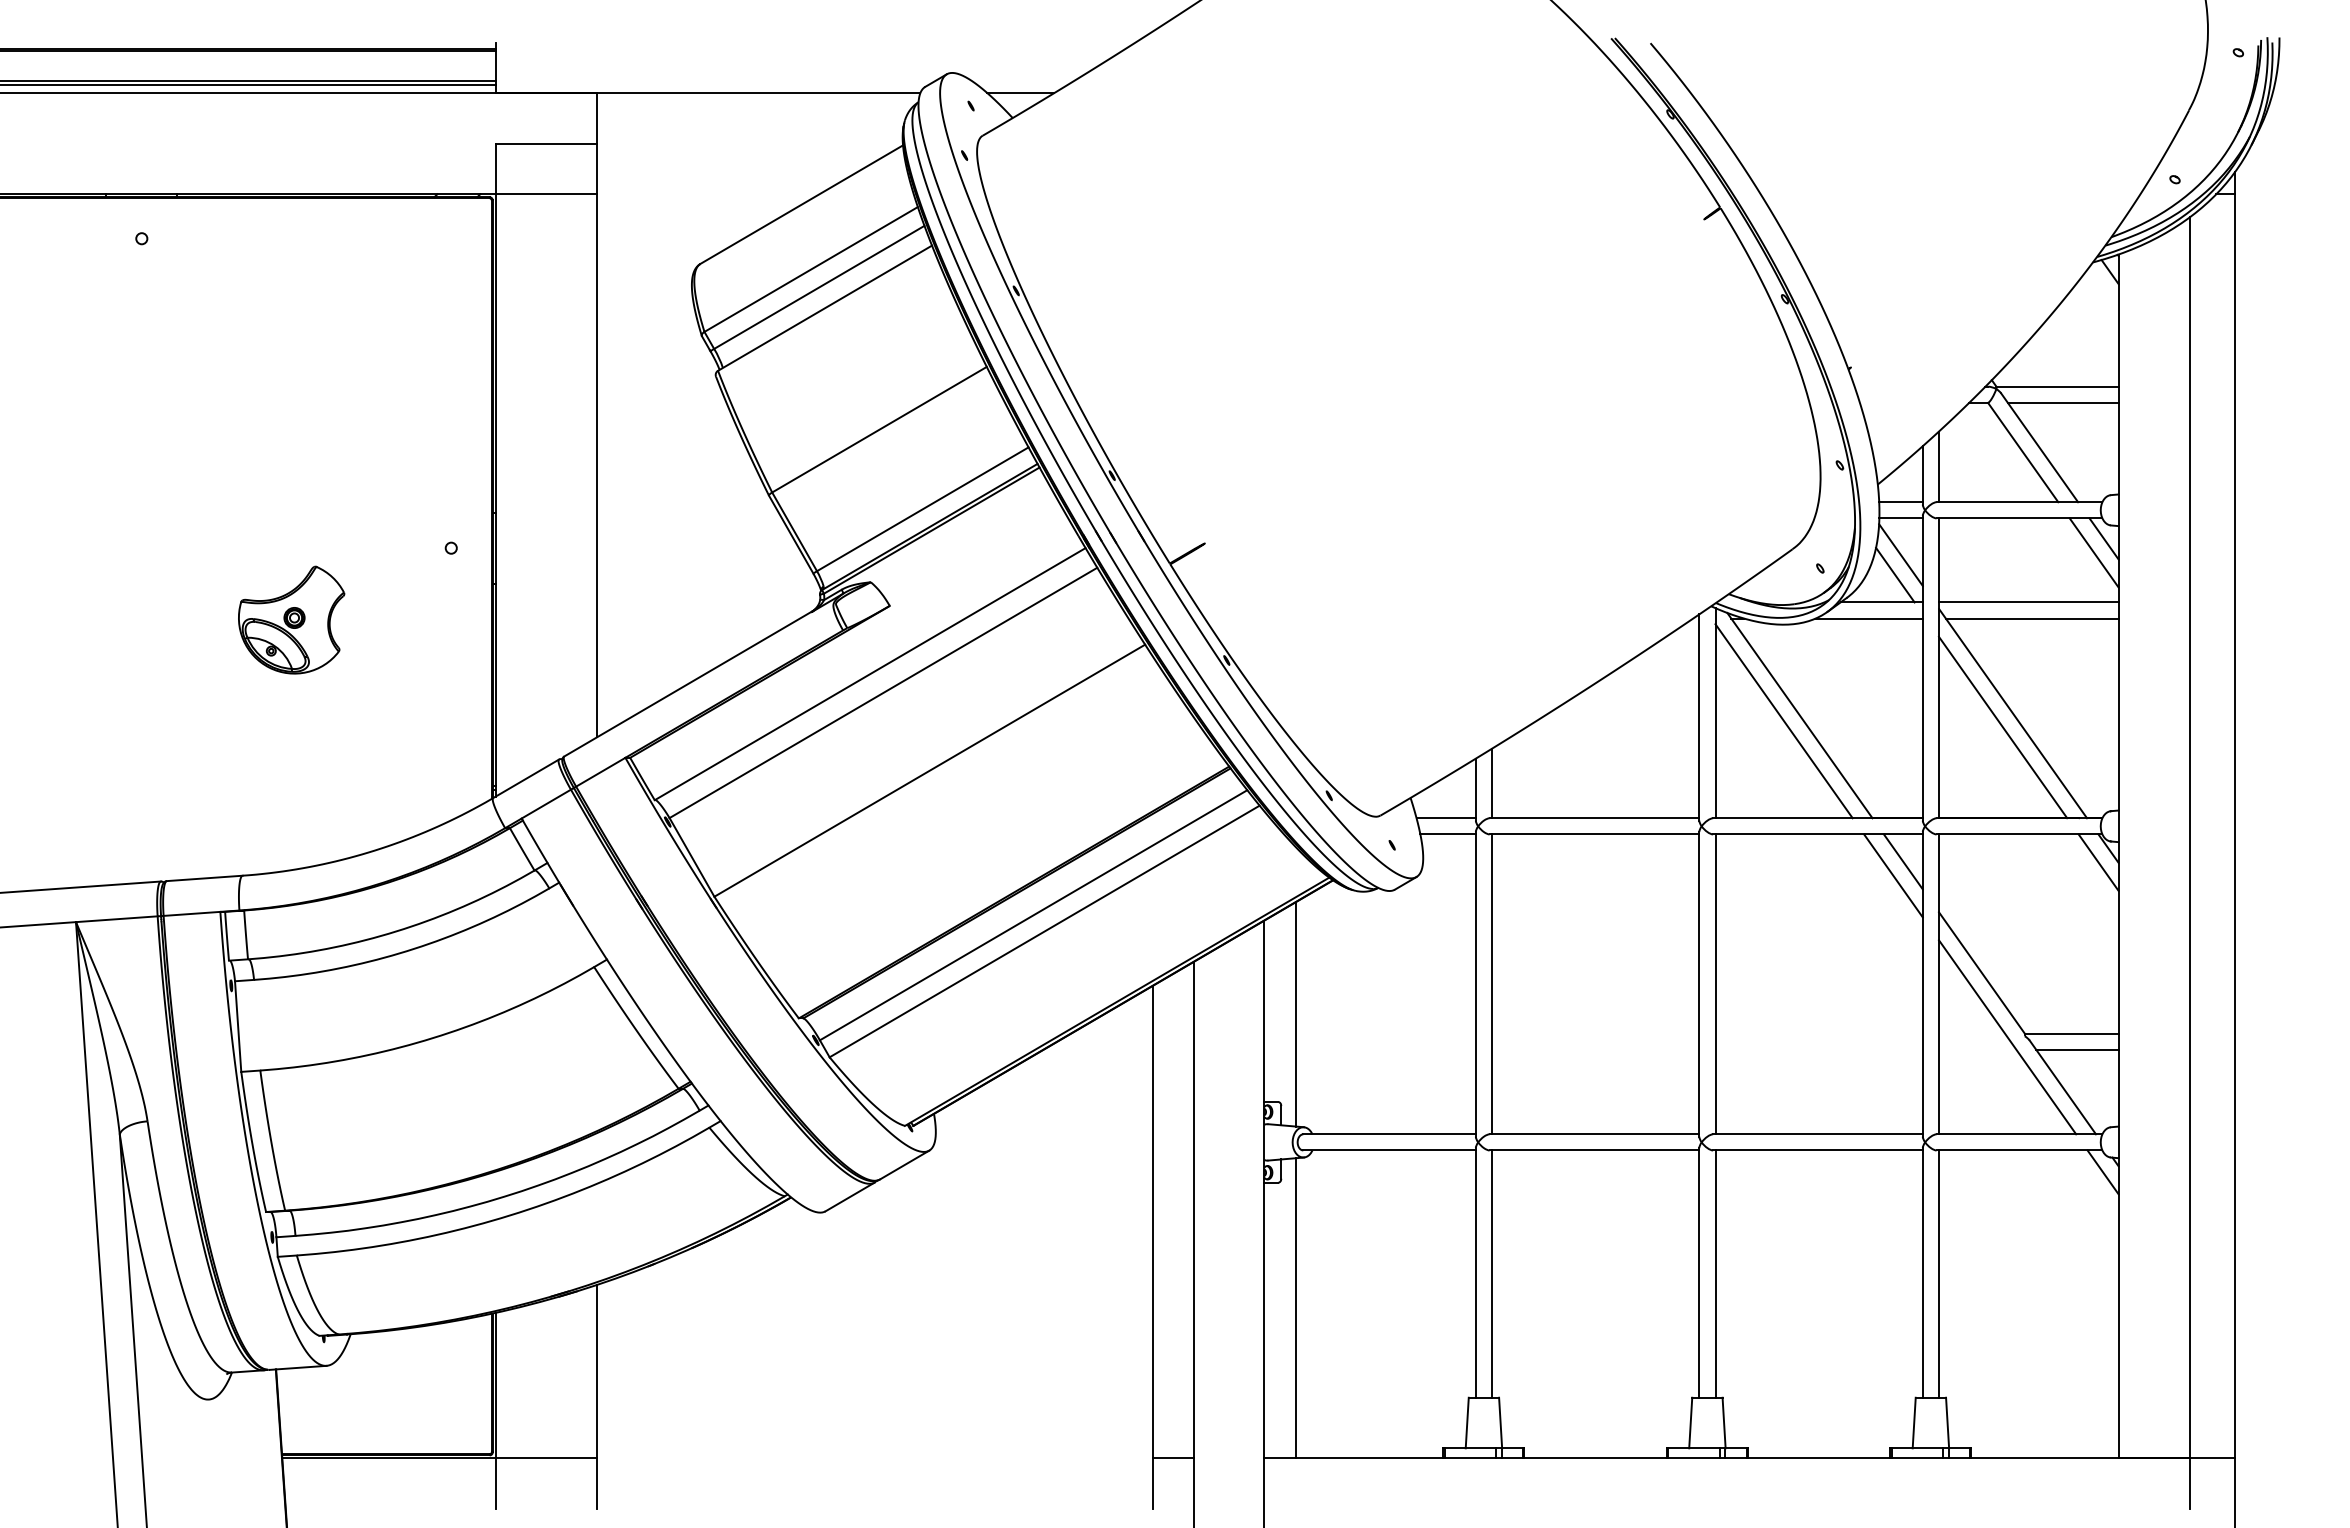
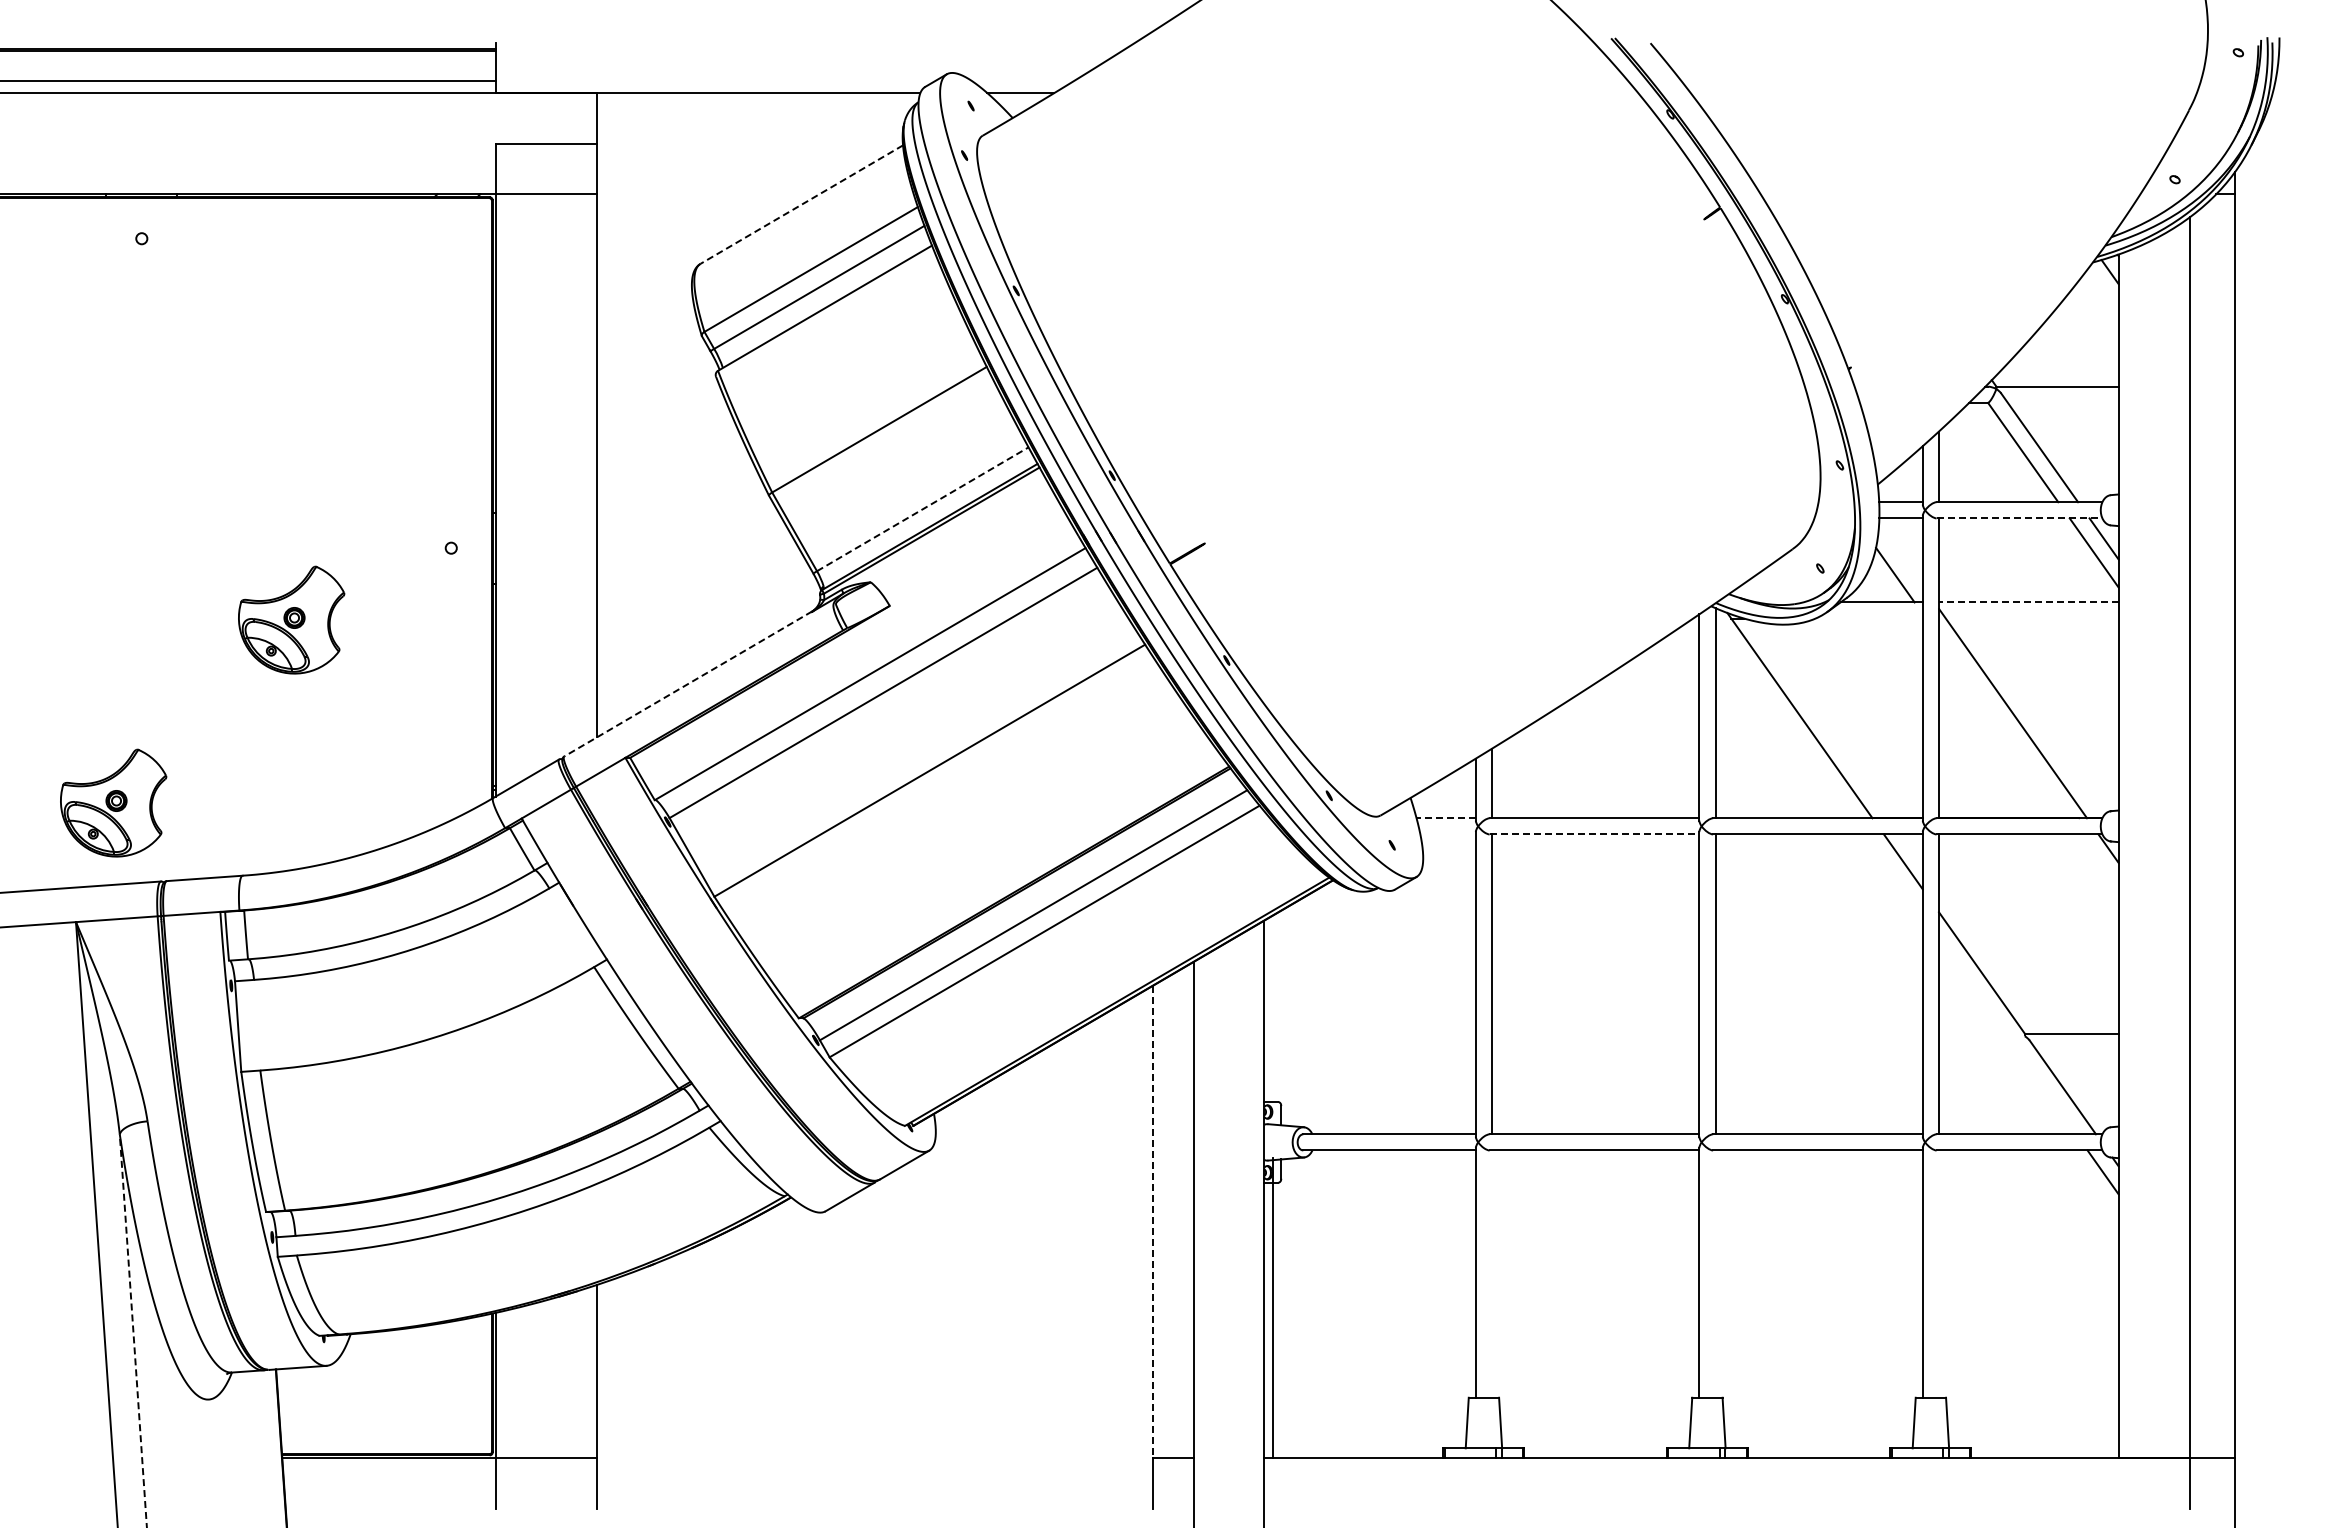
line at (248, 85): present -> none
line at (801, 204): solid -> dashed
line at (2062, 402): present -> none
line at (922, 509): solid -> dashed
line at (2019, 518): solid -> dashed
line at (1900, 554): present -> none
line at (2028, 602): solid -> dashed
line at (1868, 618): present -> none
line at (2031, 618): present -> none
line at (688, 683): solid -> dashed
line at (1783, 721): present -> none
line at (2002, 727): present -> none
part at (113, 802): none -> present
line at (1446, 818): solid -> dashed
line at (1447, 834): present -> none
line at (1594, 834): solid -> dashed
line at (2098, 862): present -> none
line at (1893, 875): present -> none
line at (1296, 1013): present -> none
line at (2007, 1037): present -> none
line at (2077, 1050): present -> none
line at (1153, 1222): solid -> dashed
line at (1492, 1273): present -> none
line at (1715, 1273): present -> none
line at (1938, 1273): present -> none
line at (1296, 1308) position: (1296, 1308) -> (1273, 1308)
line at (133, 1330): solid -> dashed
